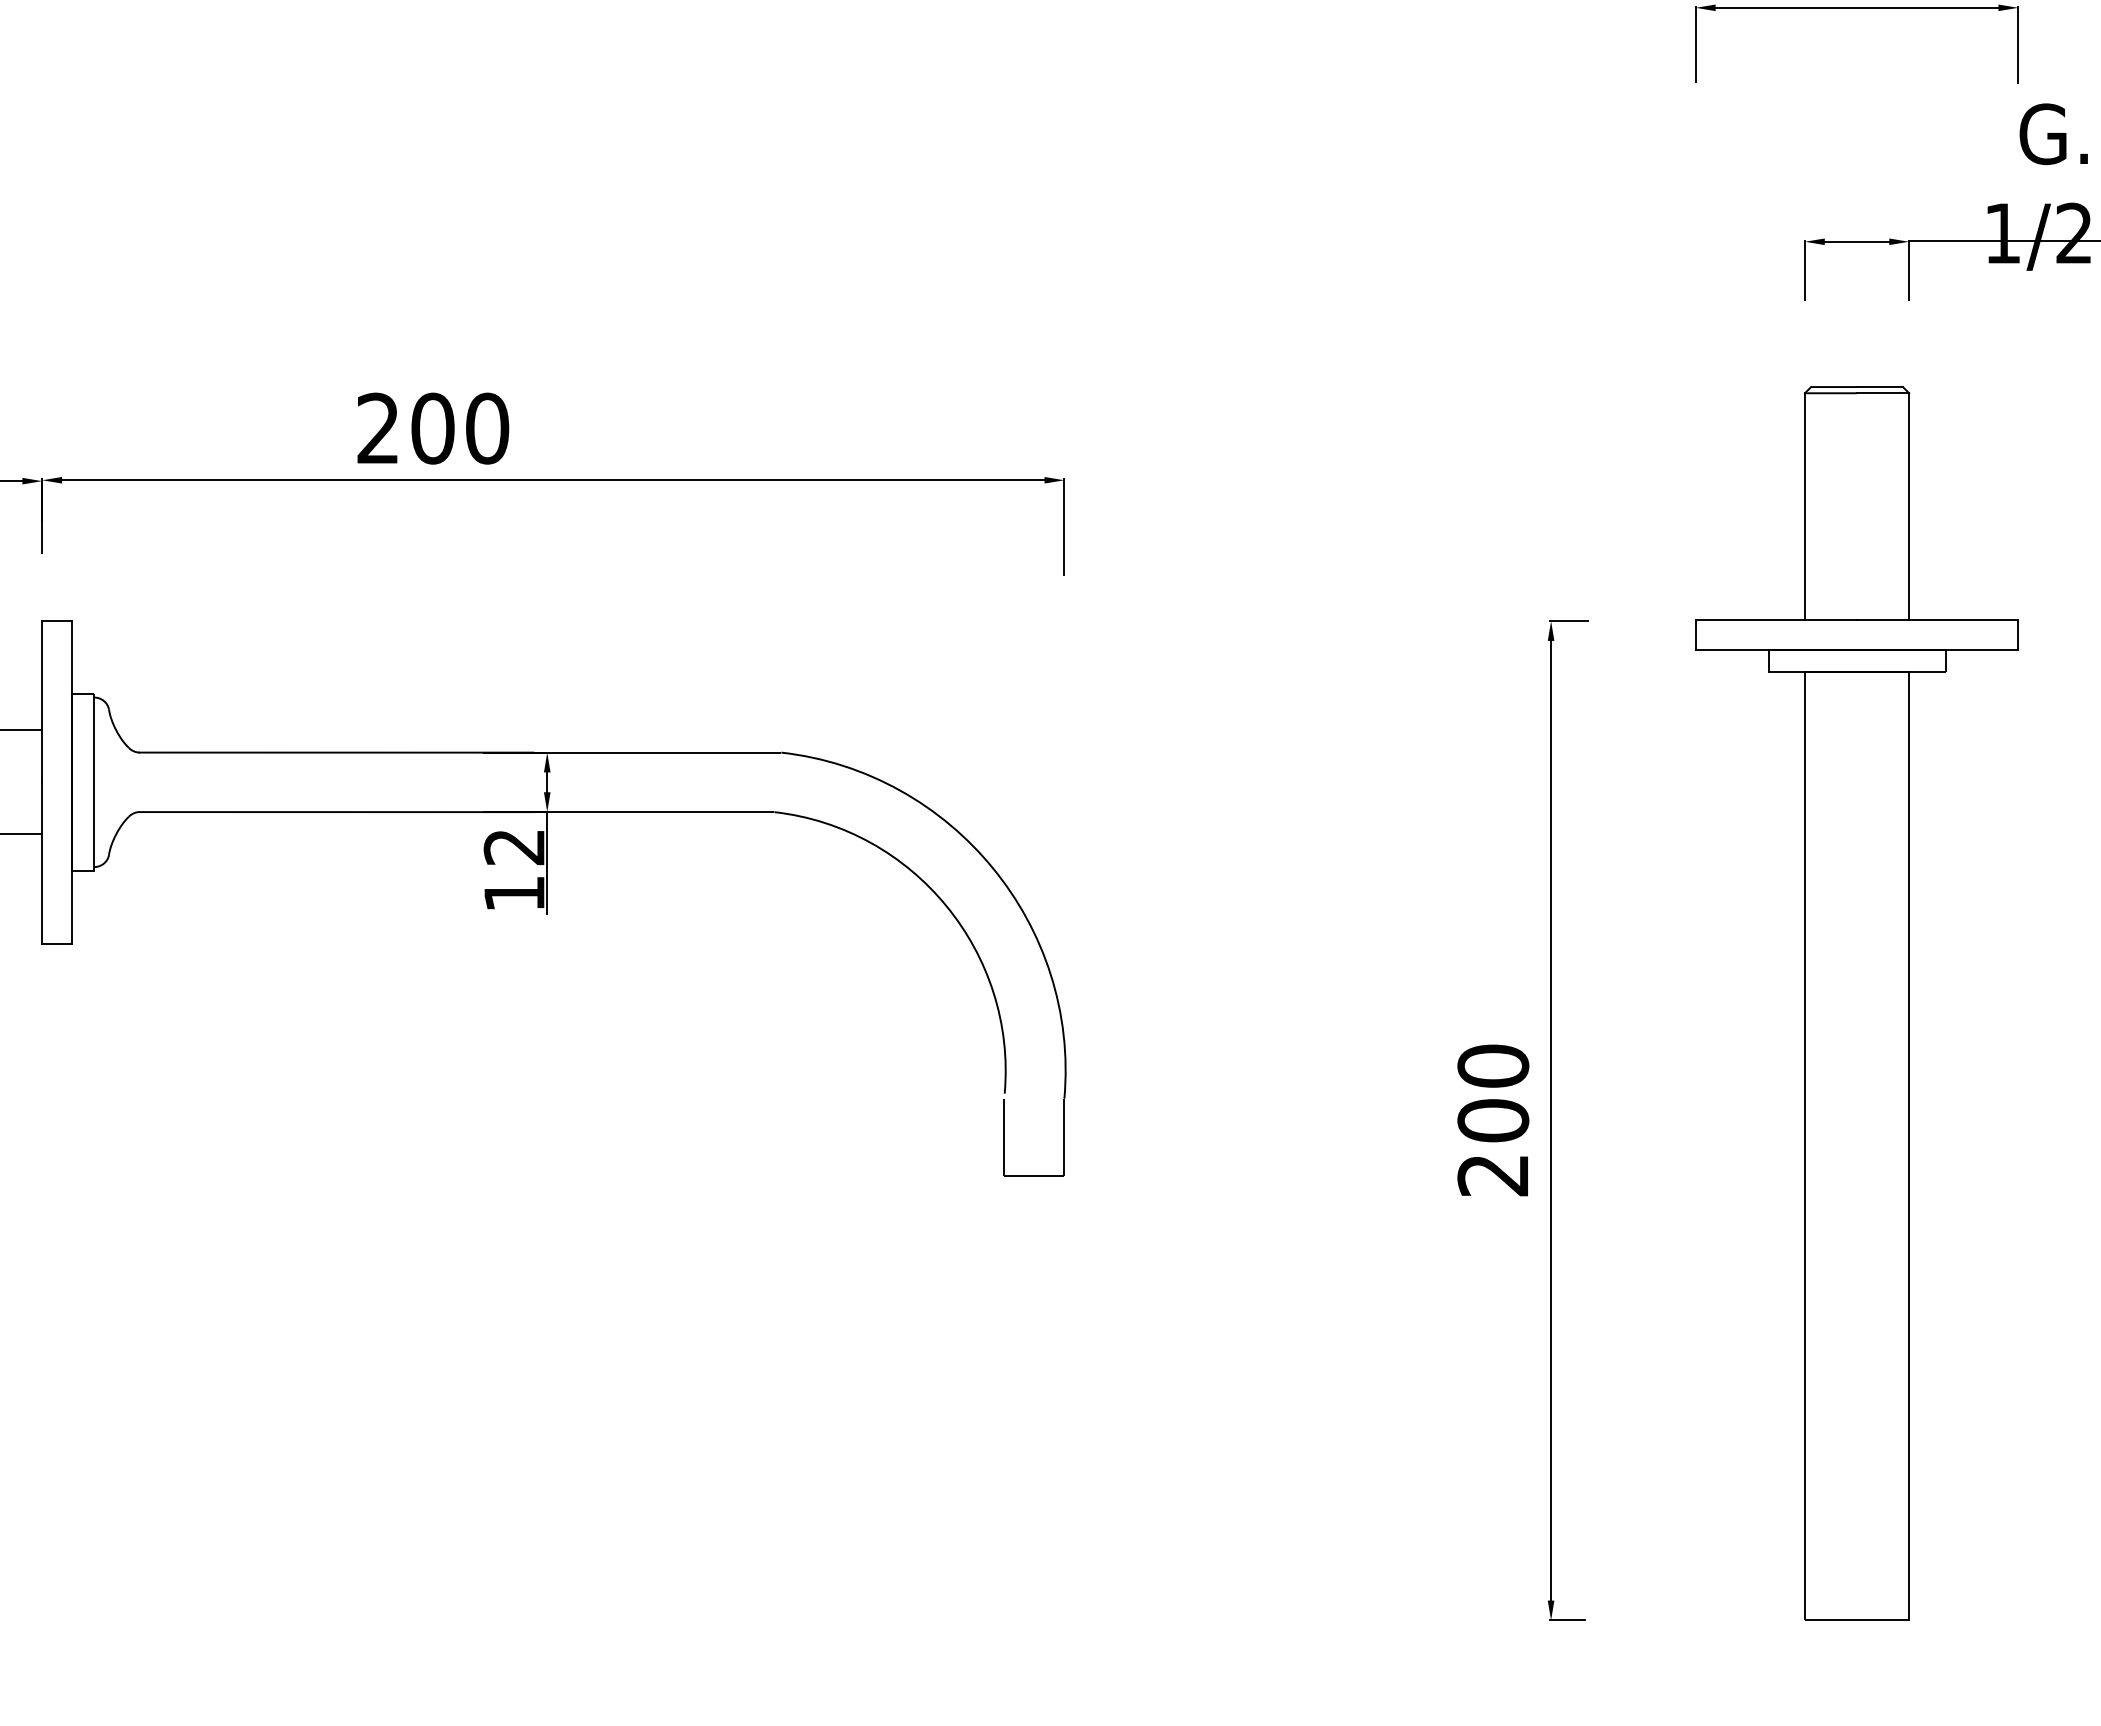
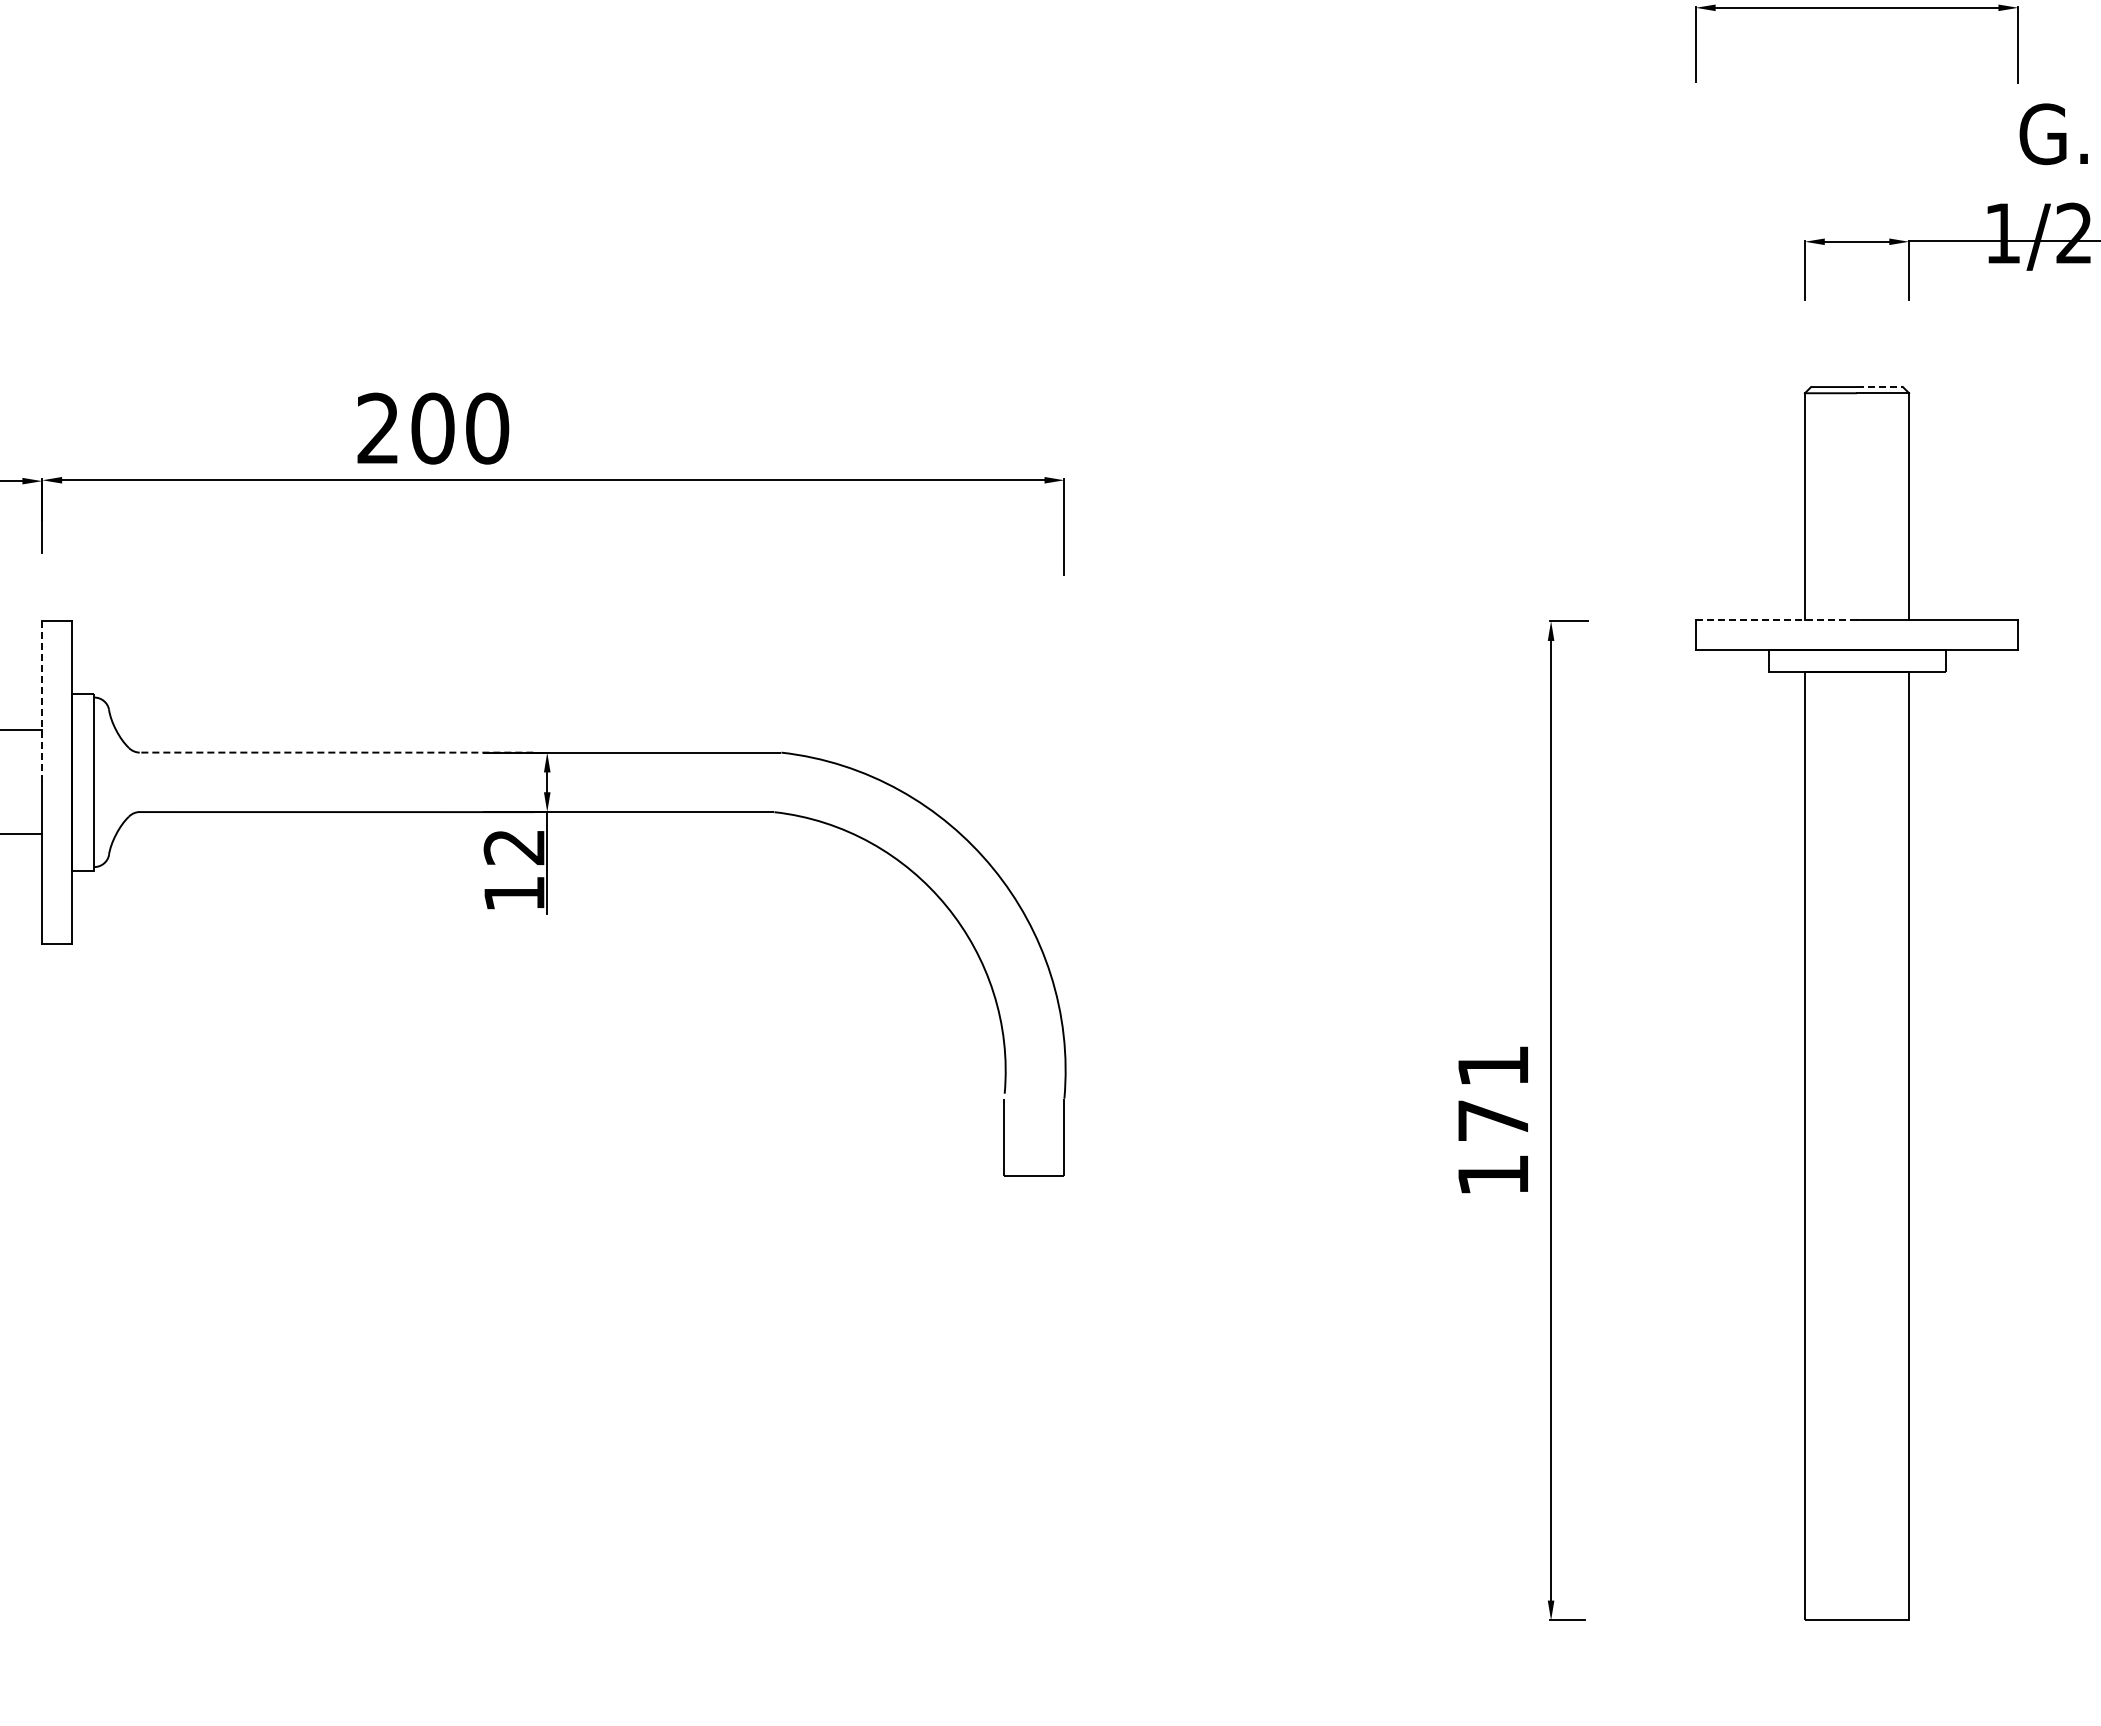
line at (1879, 387): solid -> dashed
line at (1776, 620): solid -> dashed
line at (42, 701): solid -> dashed
line at (336, 752): solid -> dashed
text at (1493, 1120): 200 -> 171
